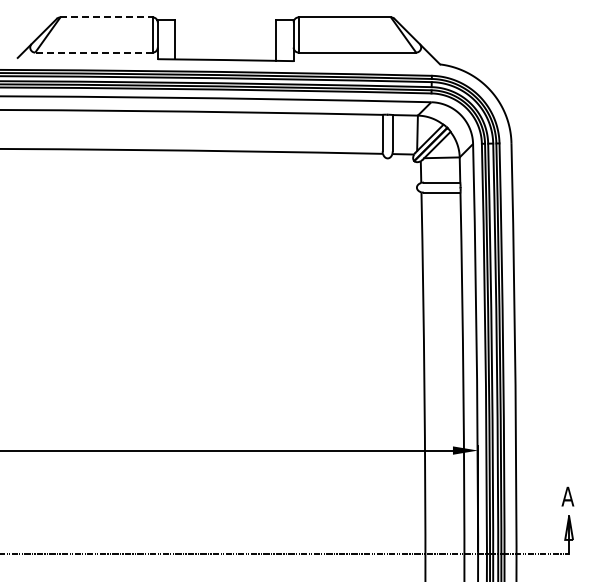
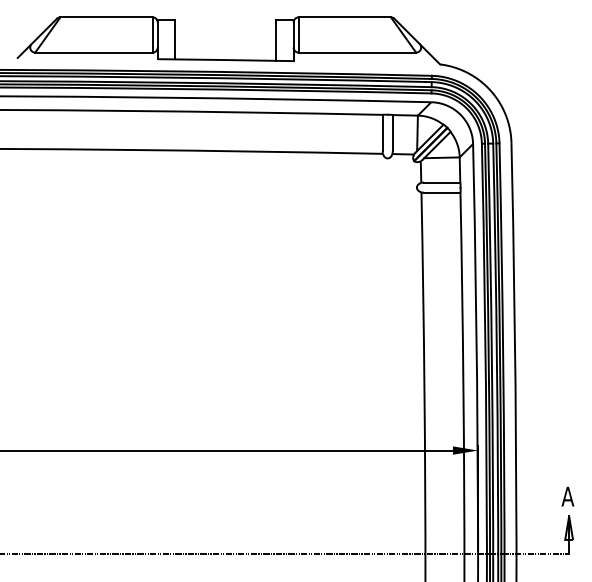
line at (107, 17): dashed -> solid
line at (93, 52): dashed -> solid
